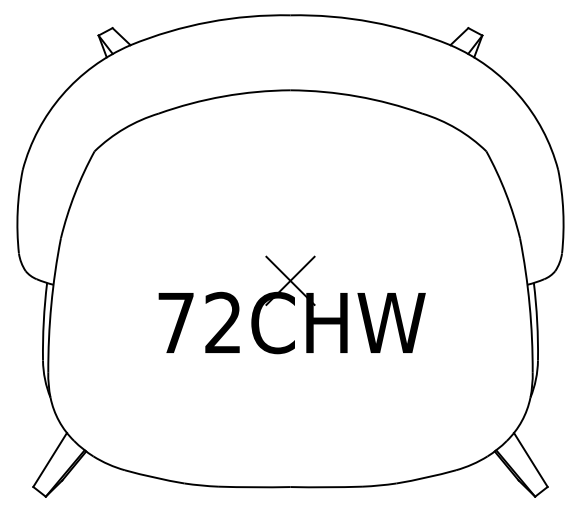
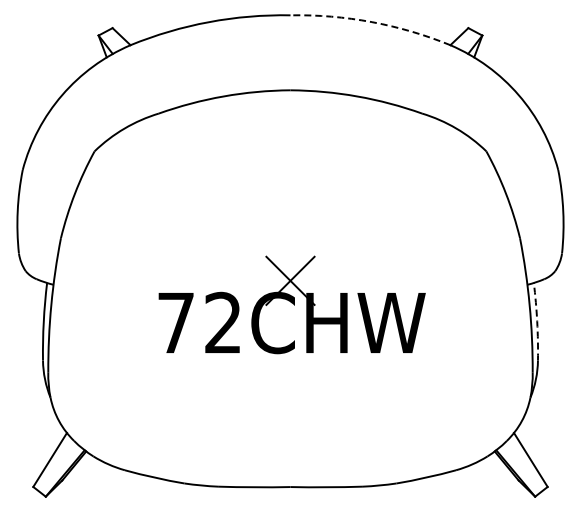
arc at (371, 22): solid -> dashed
arc at (537, 321): solid -> dashed
